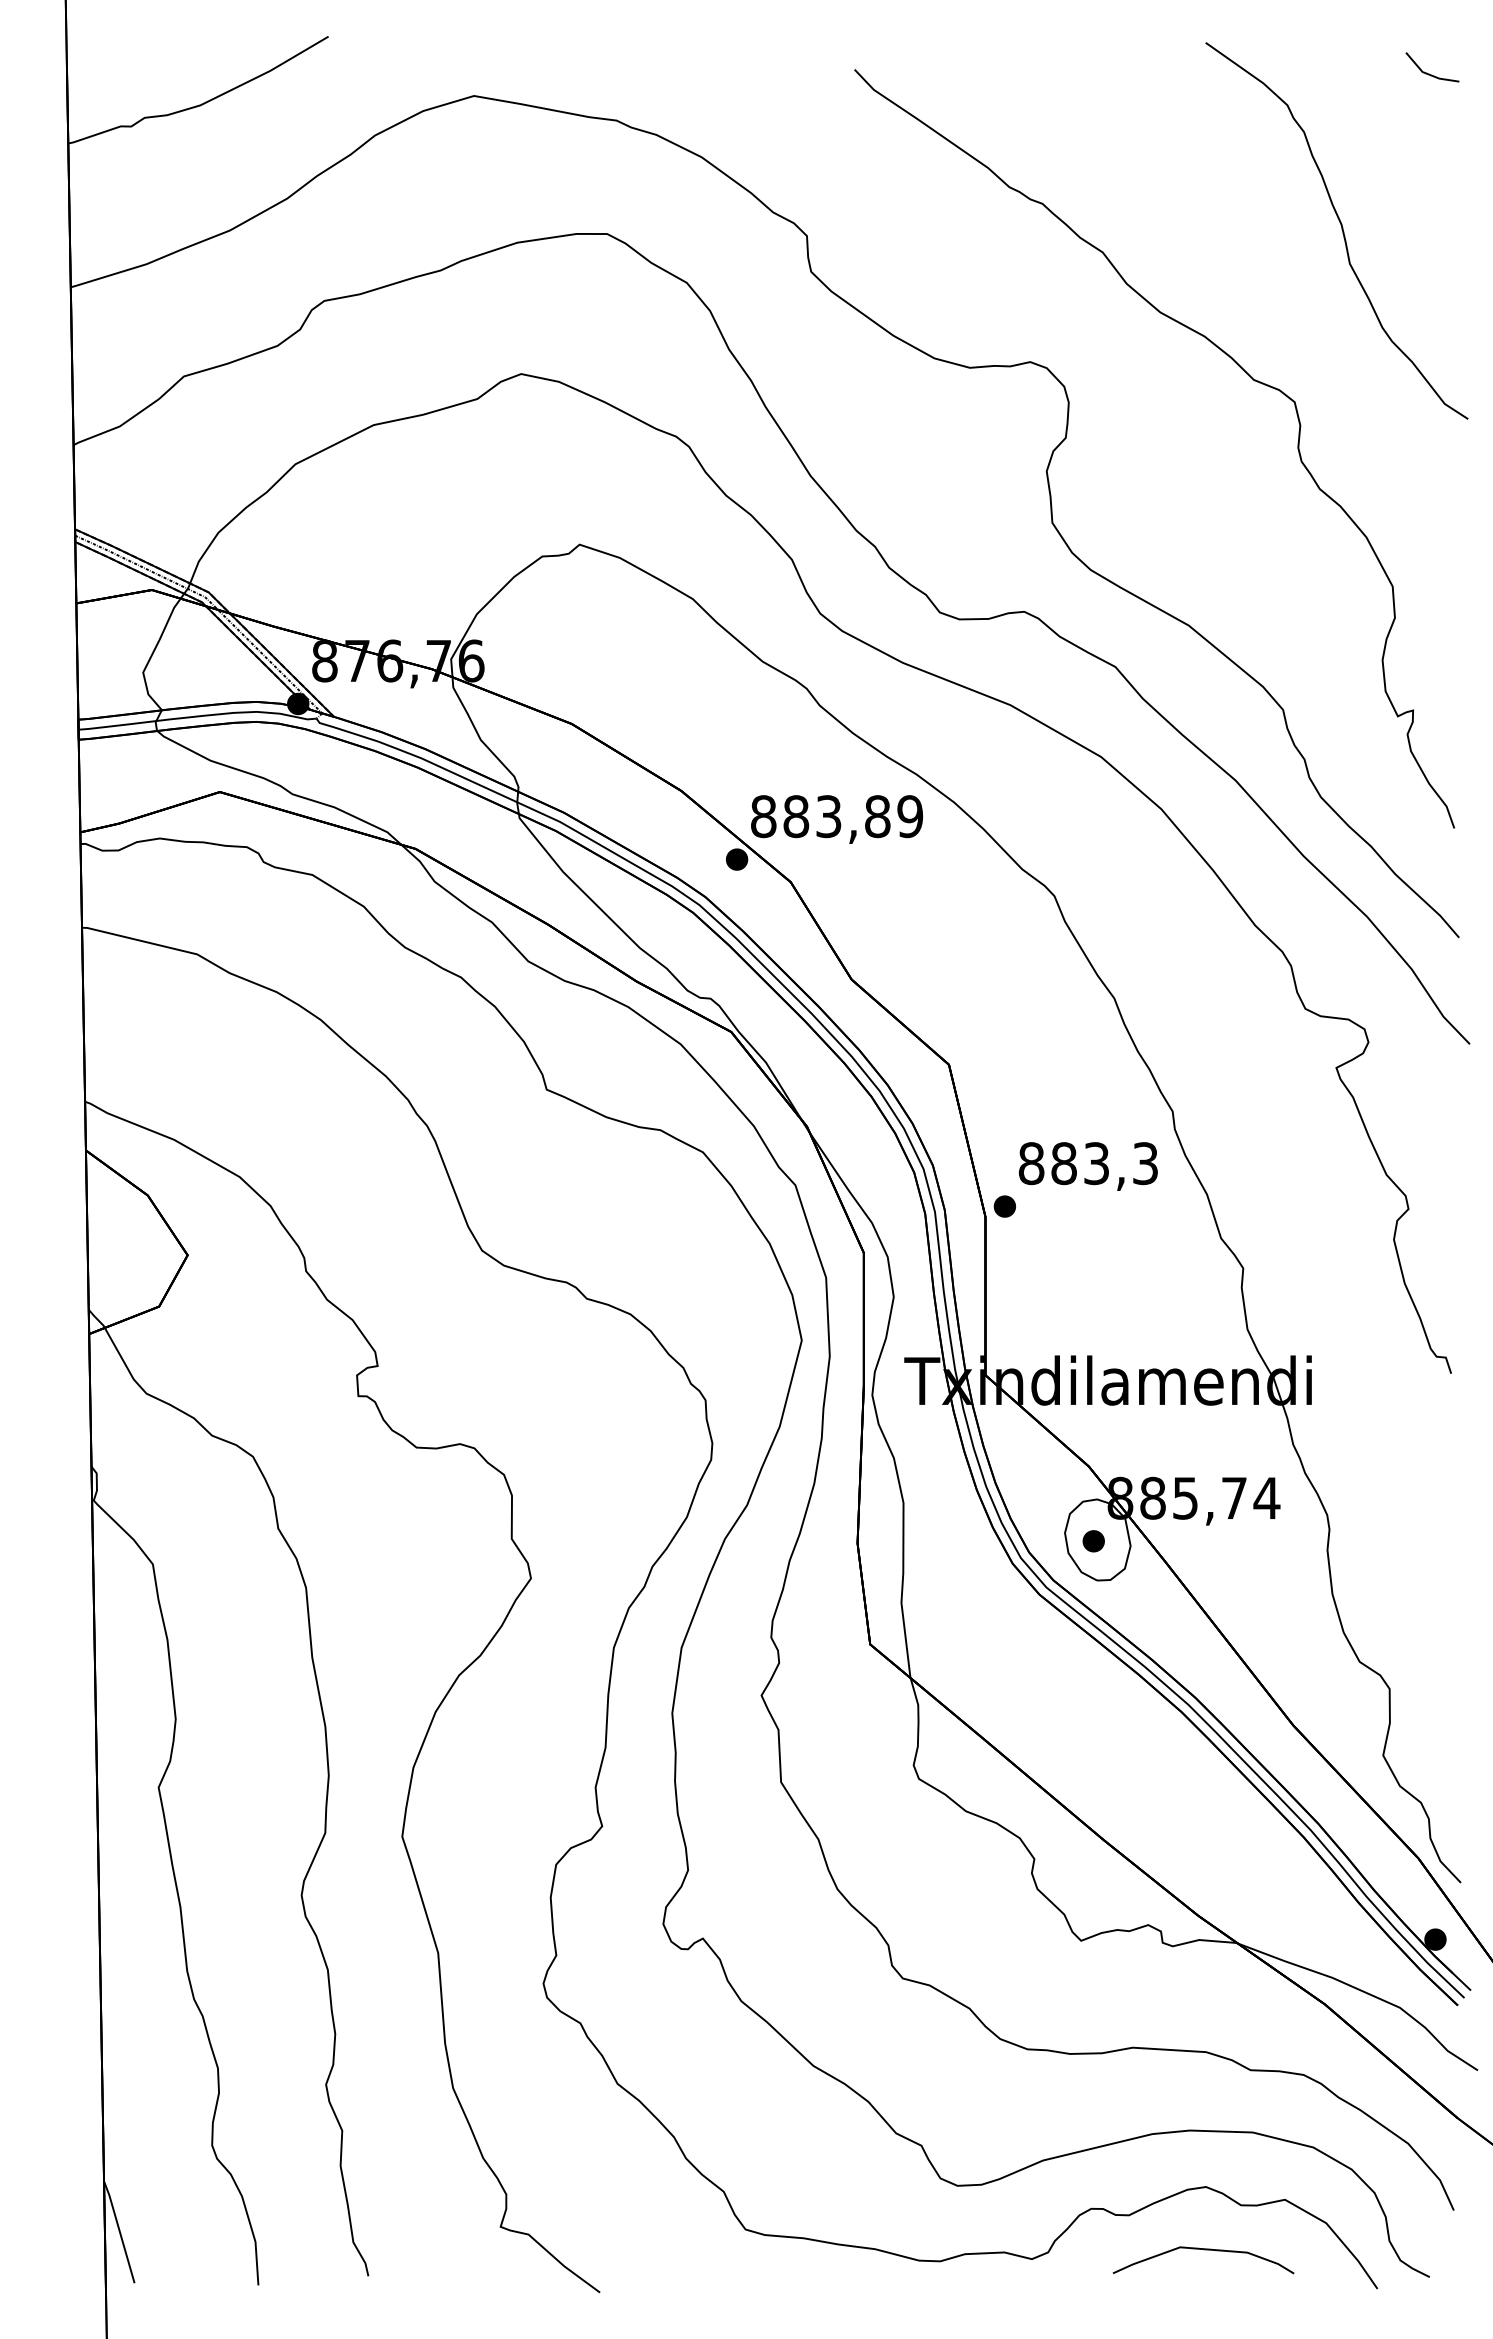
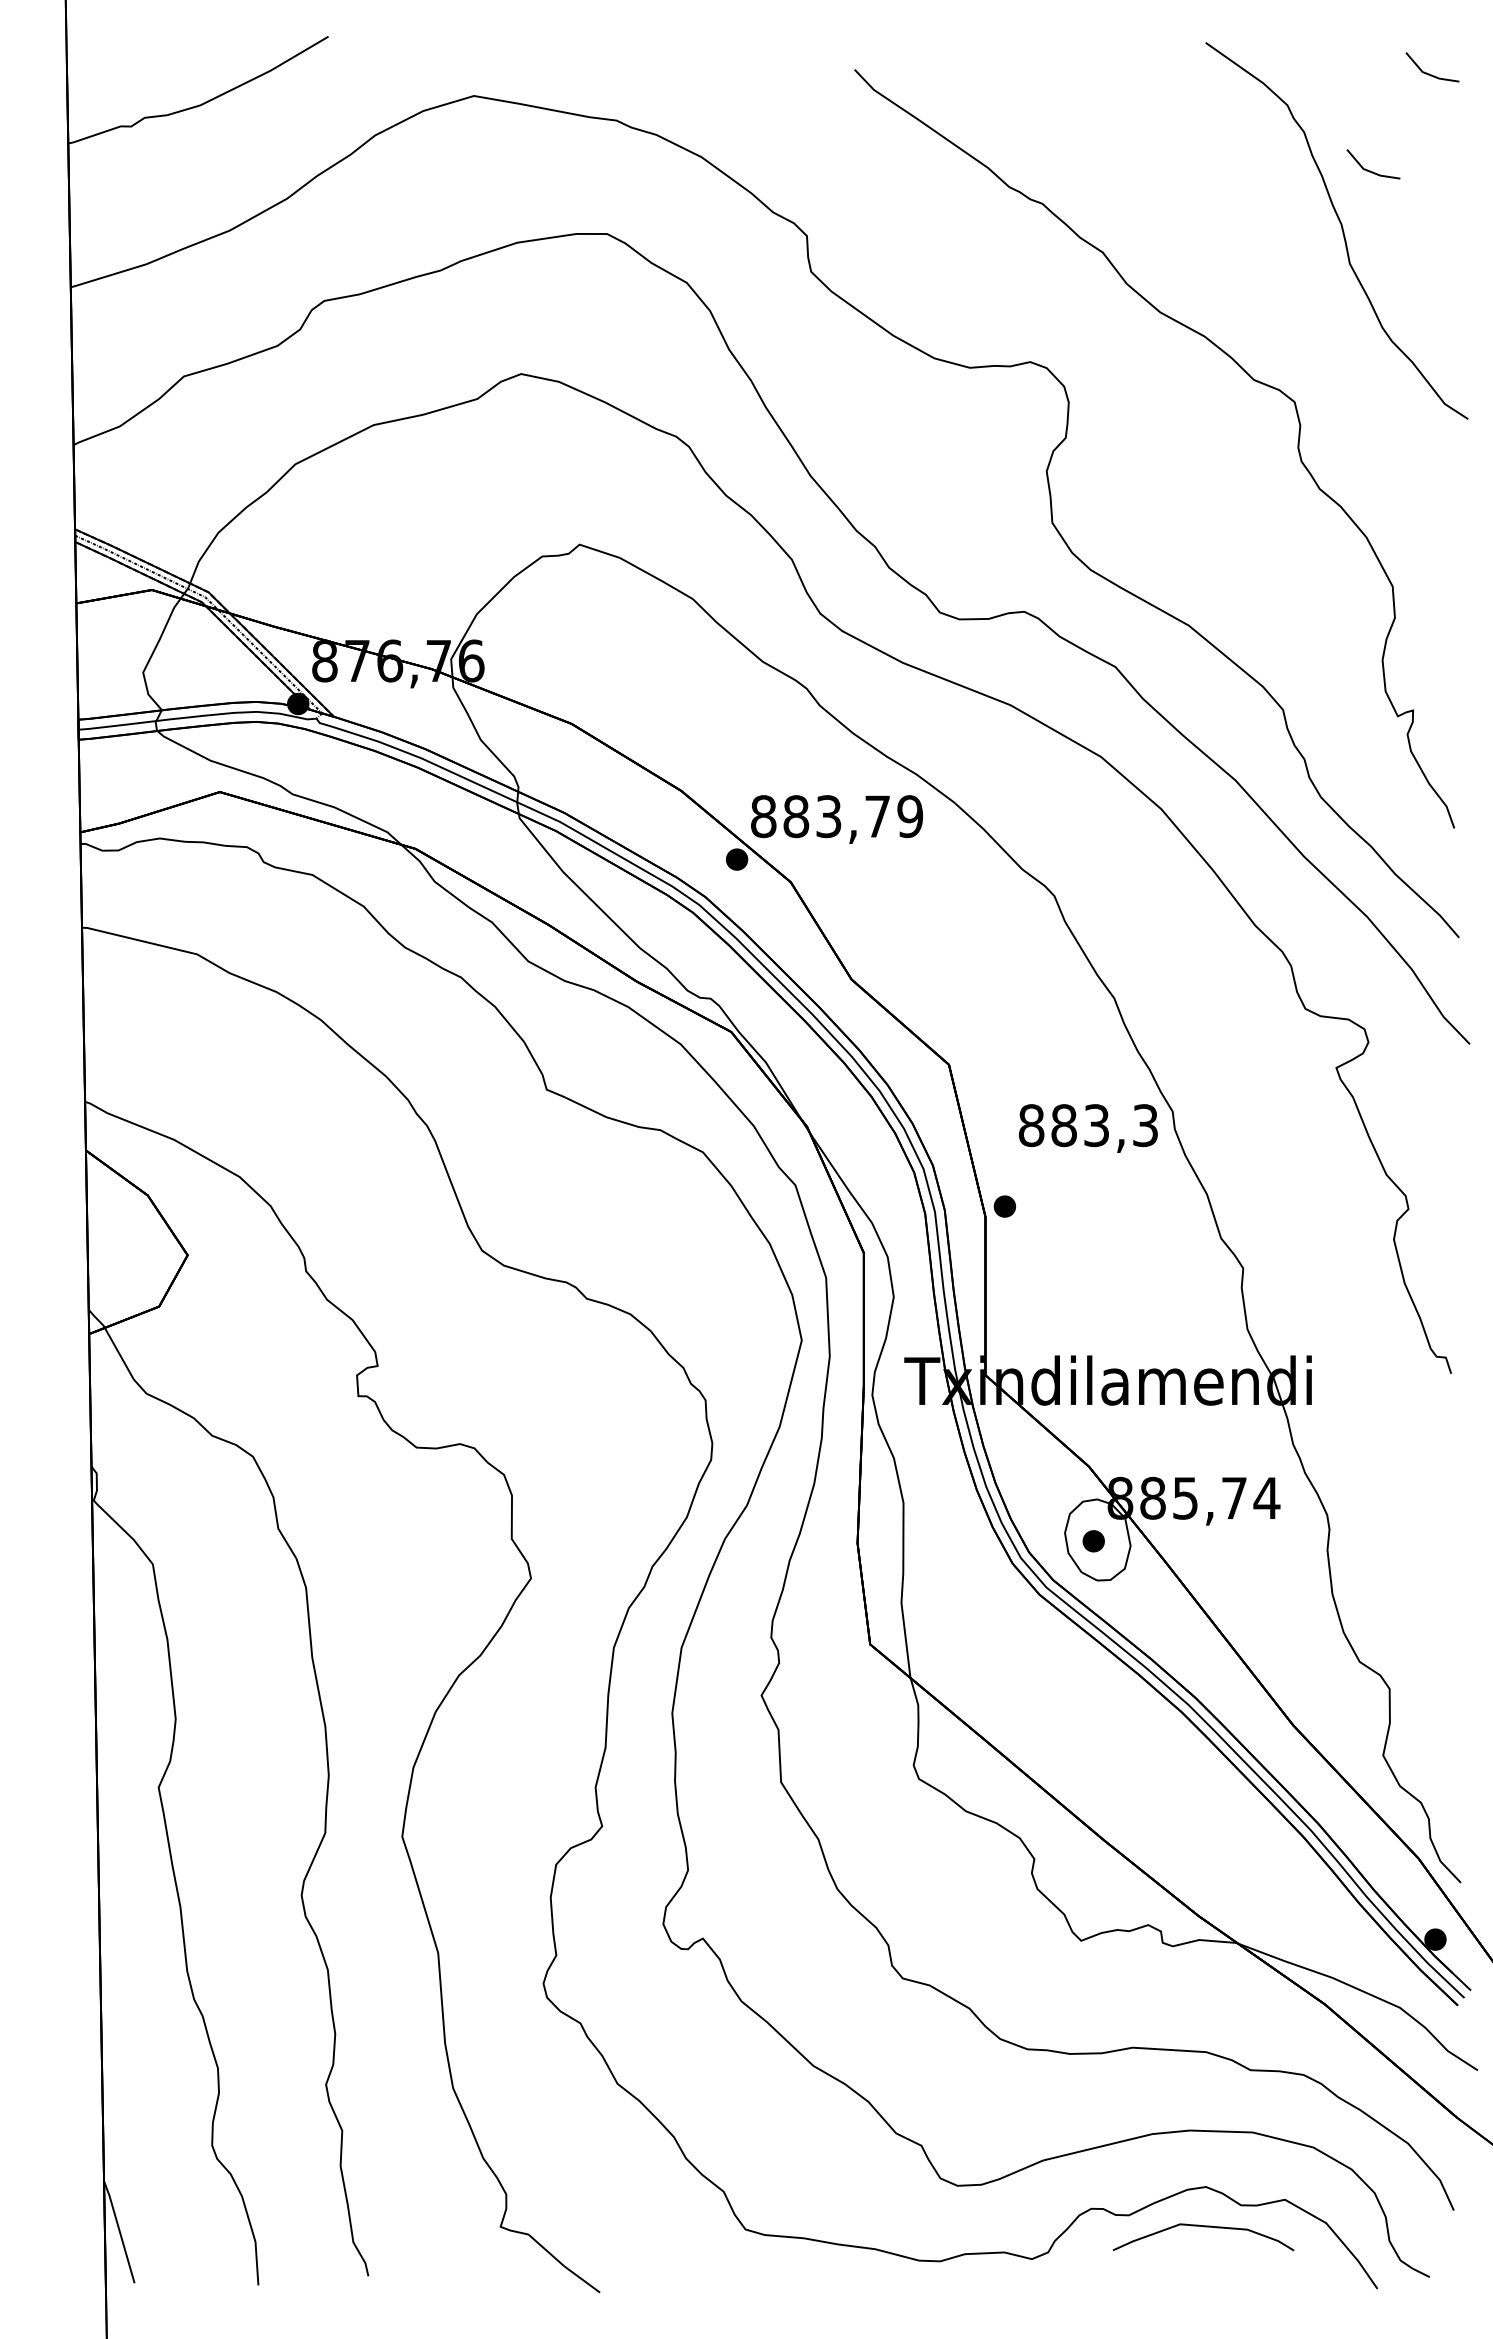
line at (1370, 170): none -> present
text at (877, 816): 883,89 -> 883,79
text at (1087, 1166) position: (1087, 1166) -> (1087, 1128)
curve at (1204, 2250) position: (1204, 2250) -> (1204, 2227)
